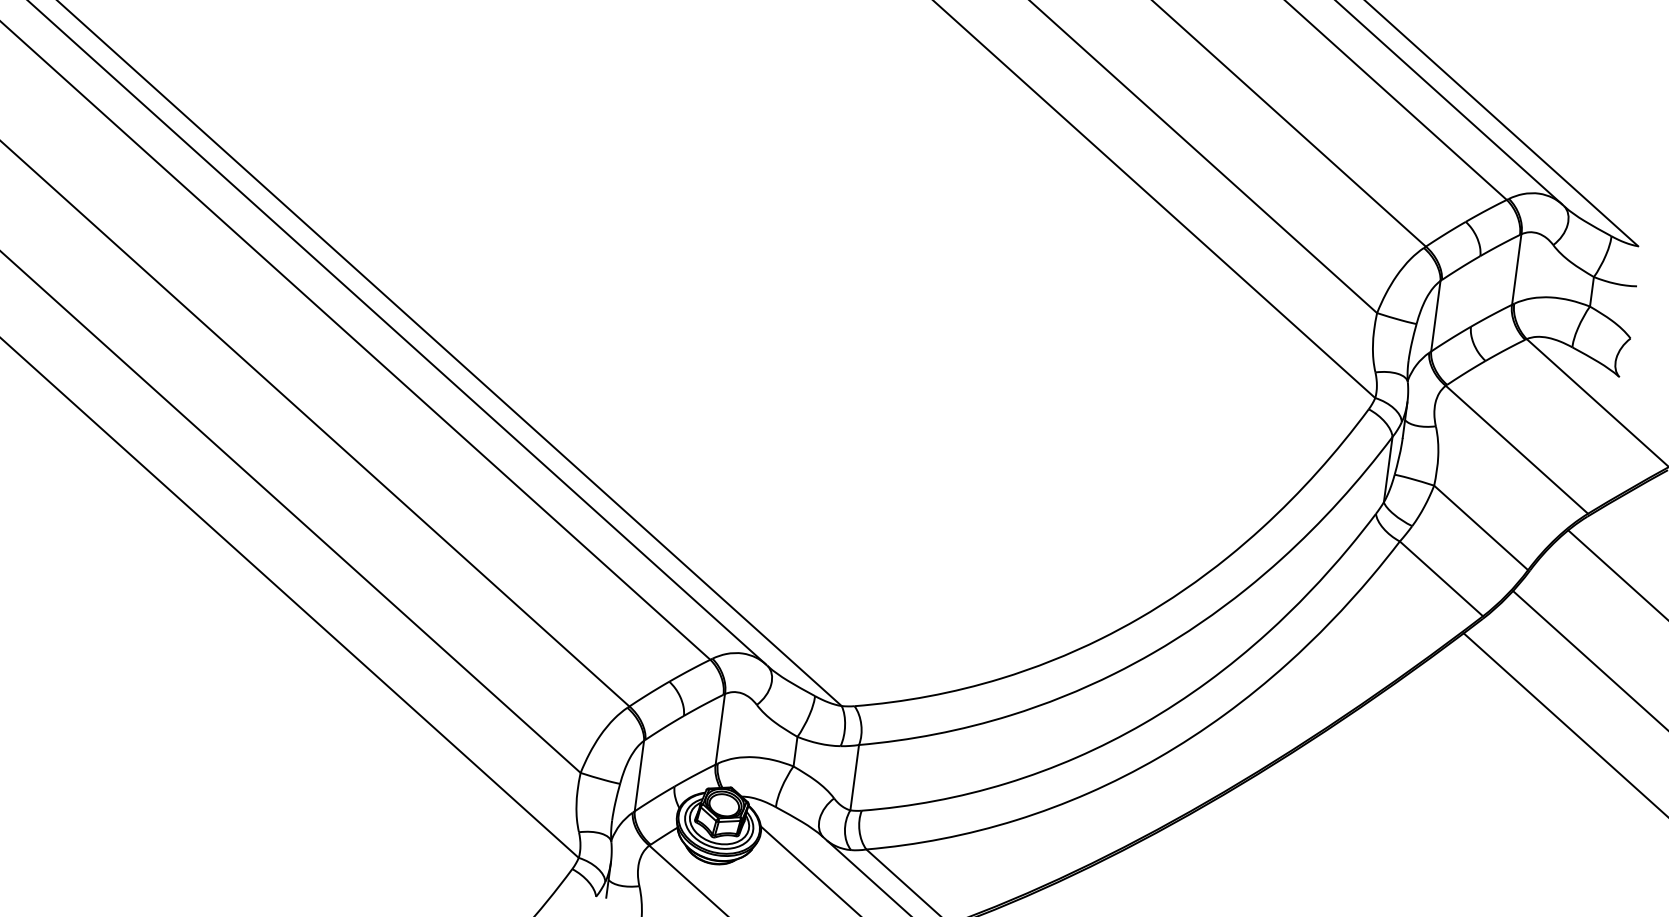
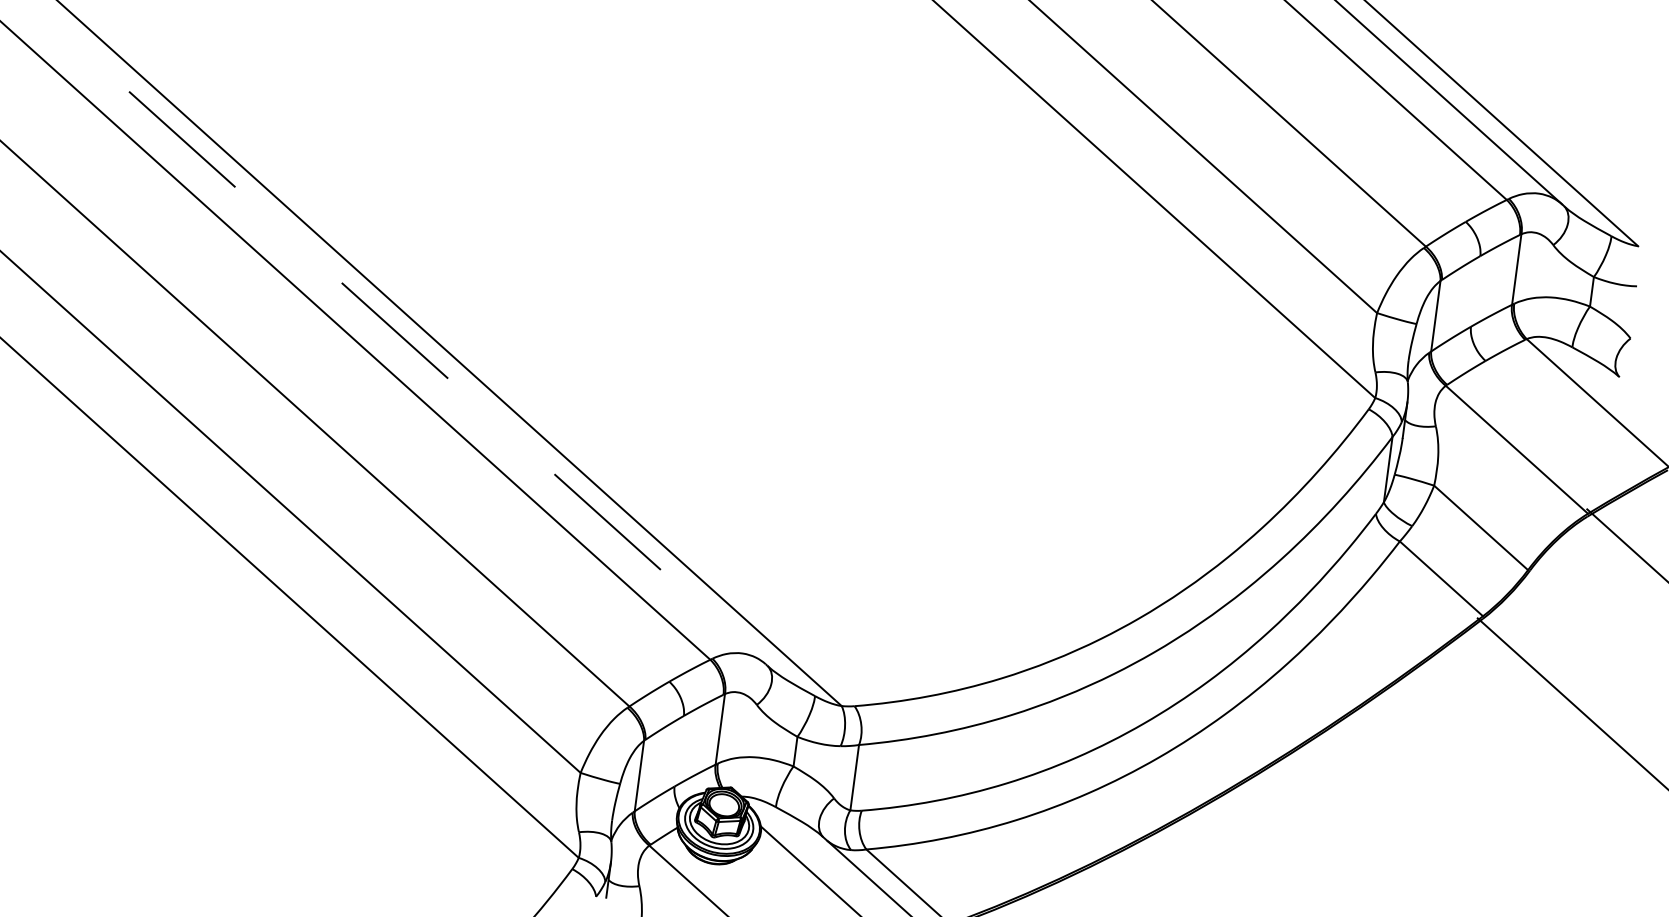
line at (397, 332): solid -> dashed
line at (1616, 574) position: (1616, 574) -> (1626, 544)
line at (1589, 659): present -> none
line at (1564, 723) position: (1564, 723) -> (1571, 702)
